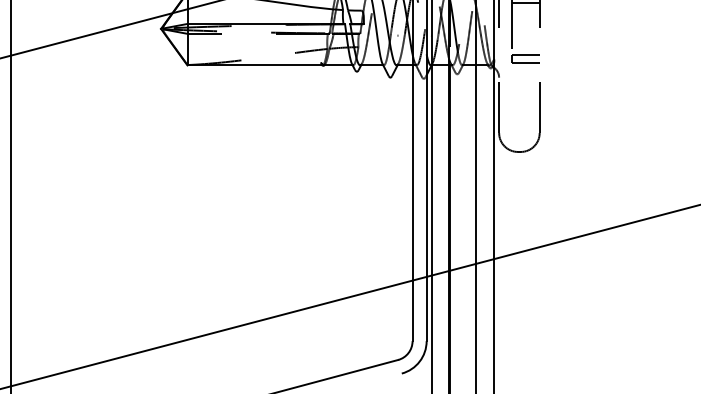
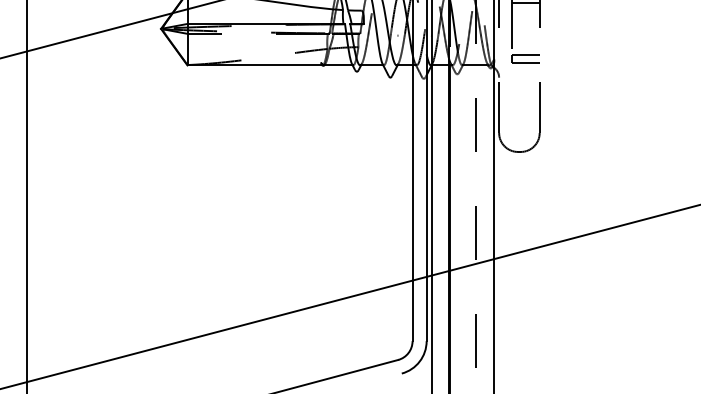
line at (10, 196) position: (10, 196) -> (26, 196)
line at (476, 196): solid -> dashed
